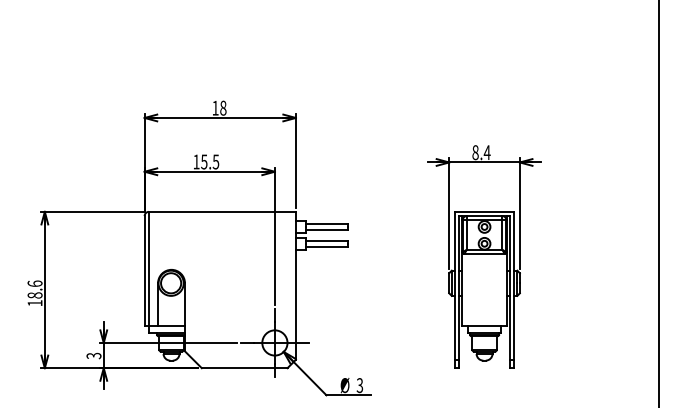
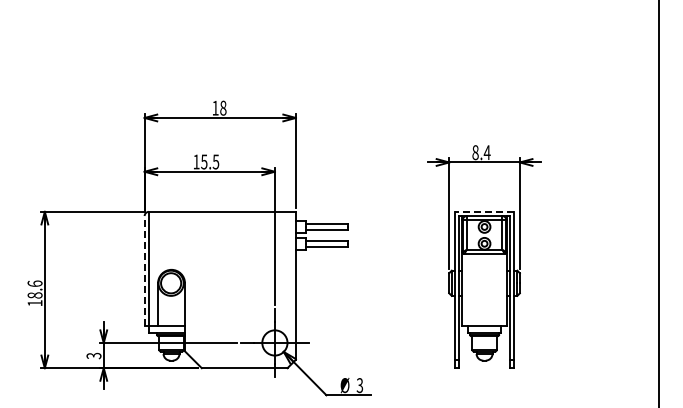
line at (484, 211): solid -> dashed
line at (144, 270): solid -> dashed
